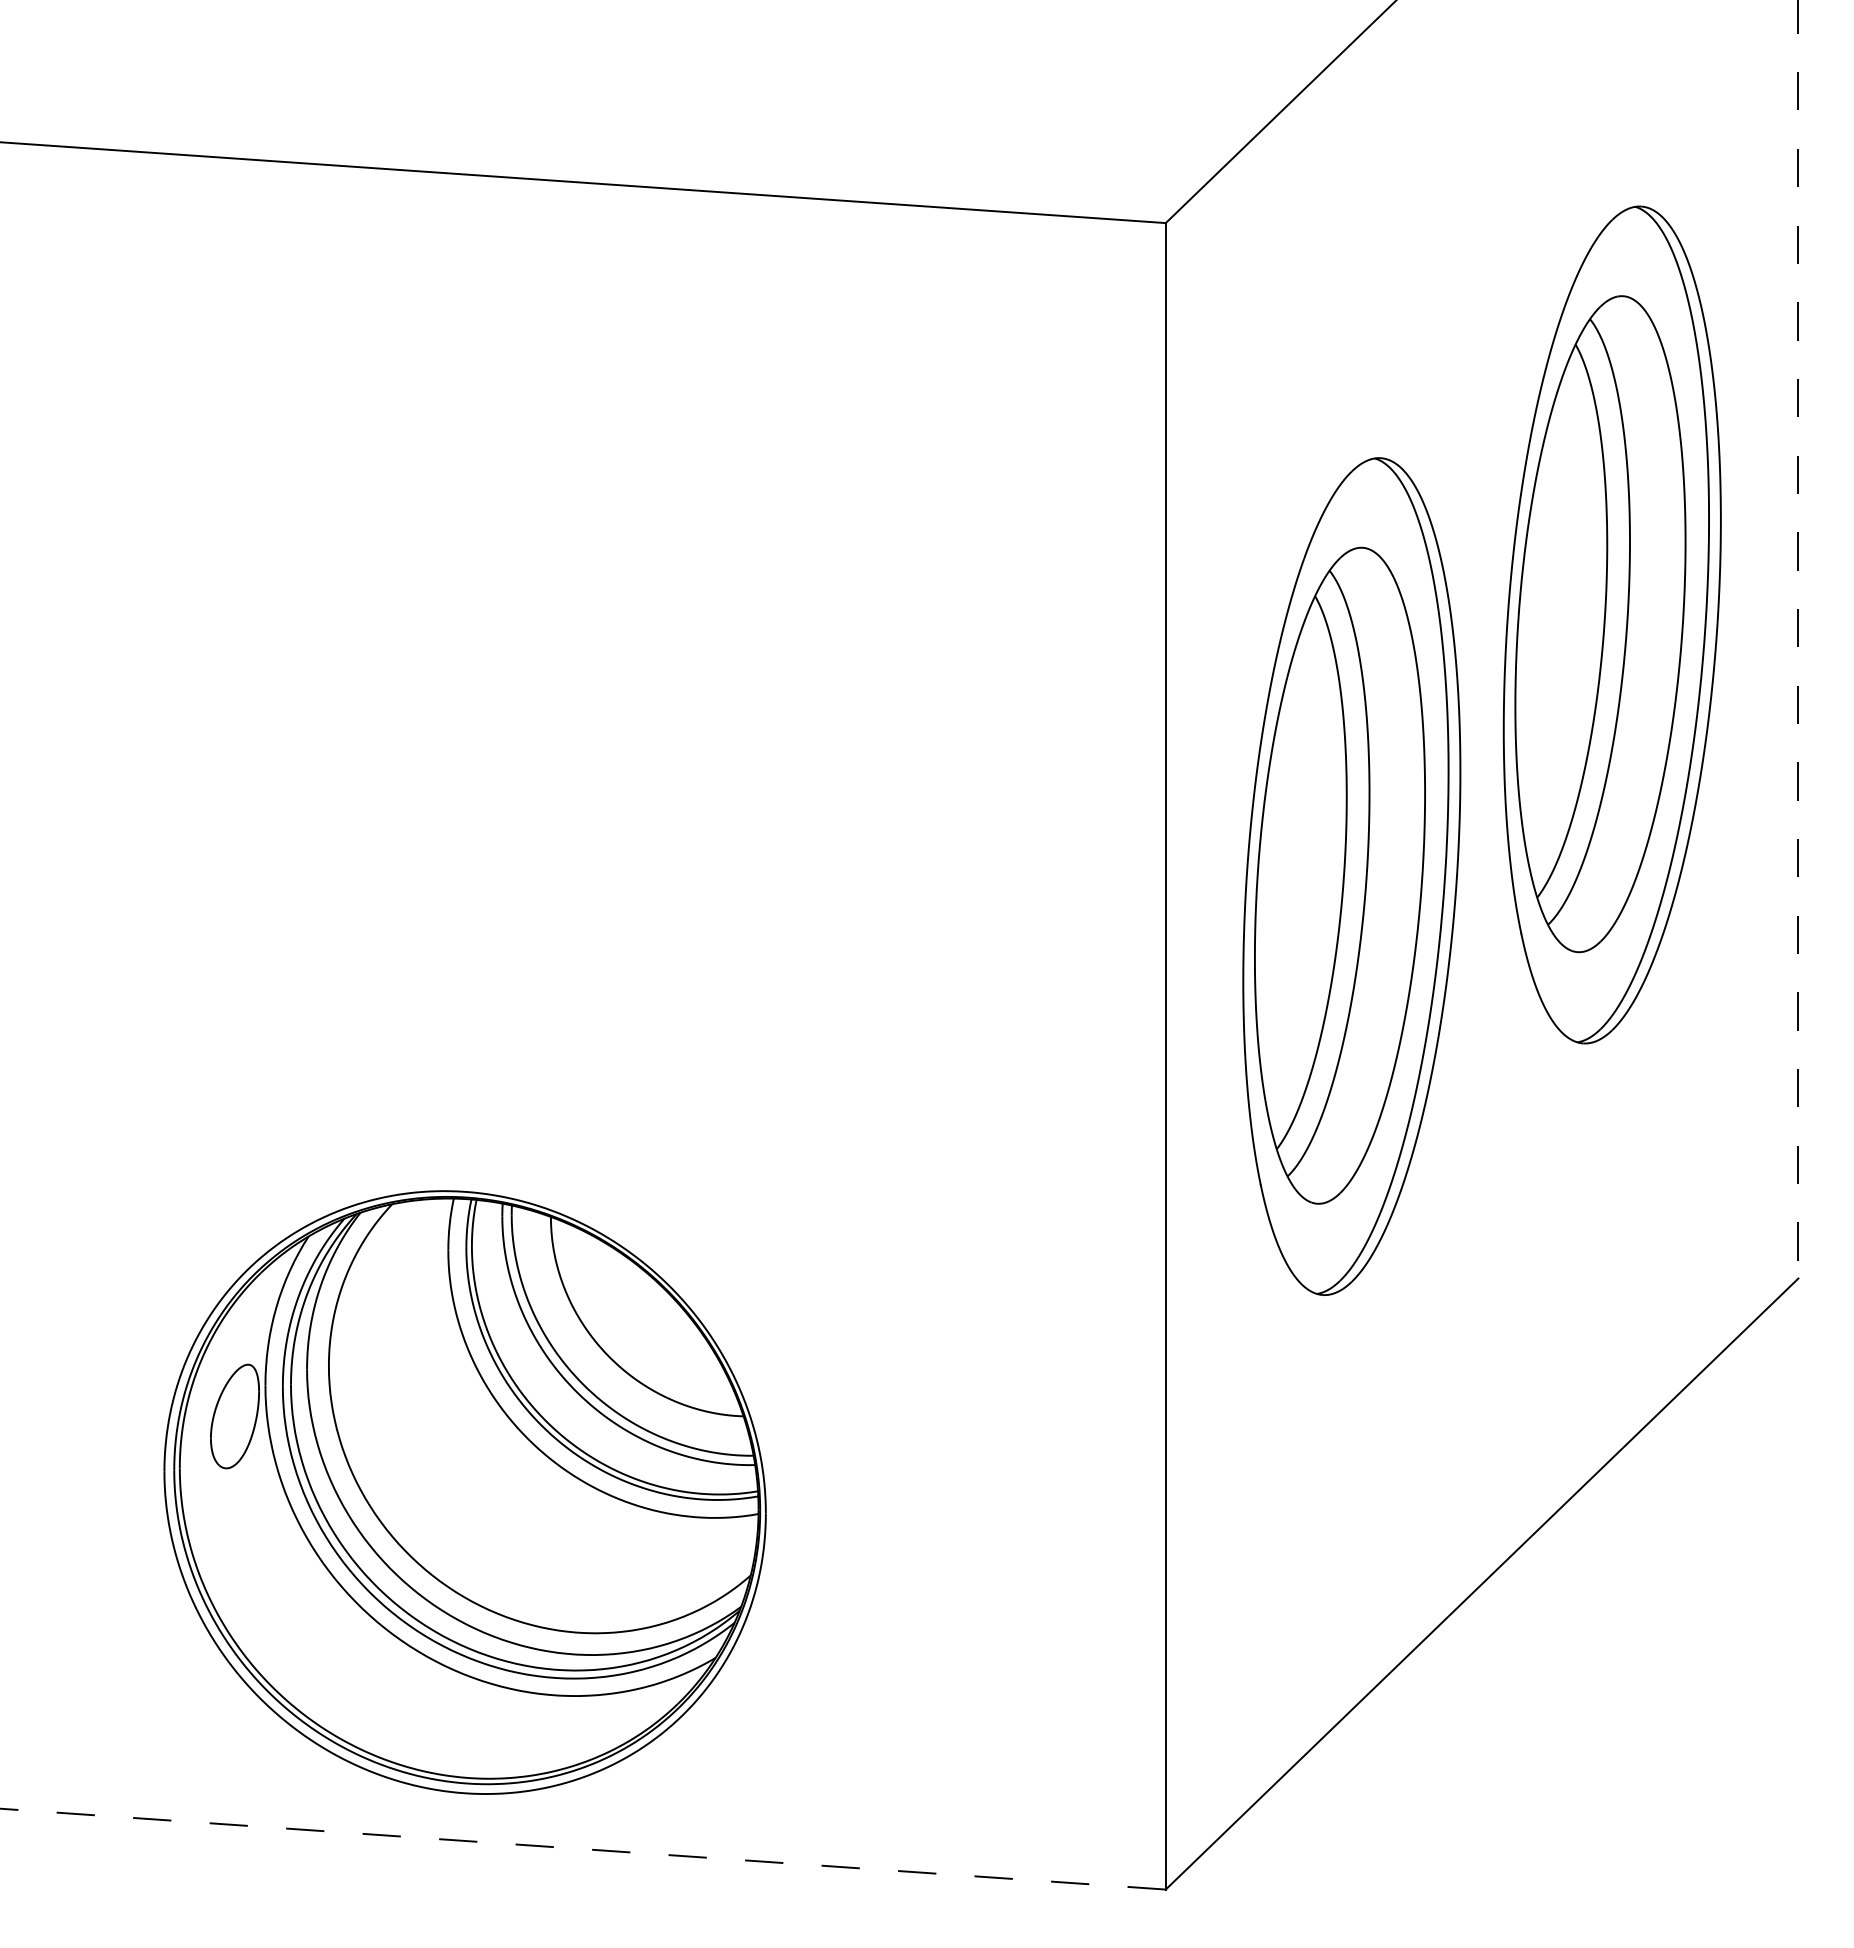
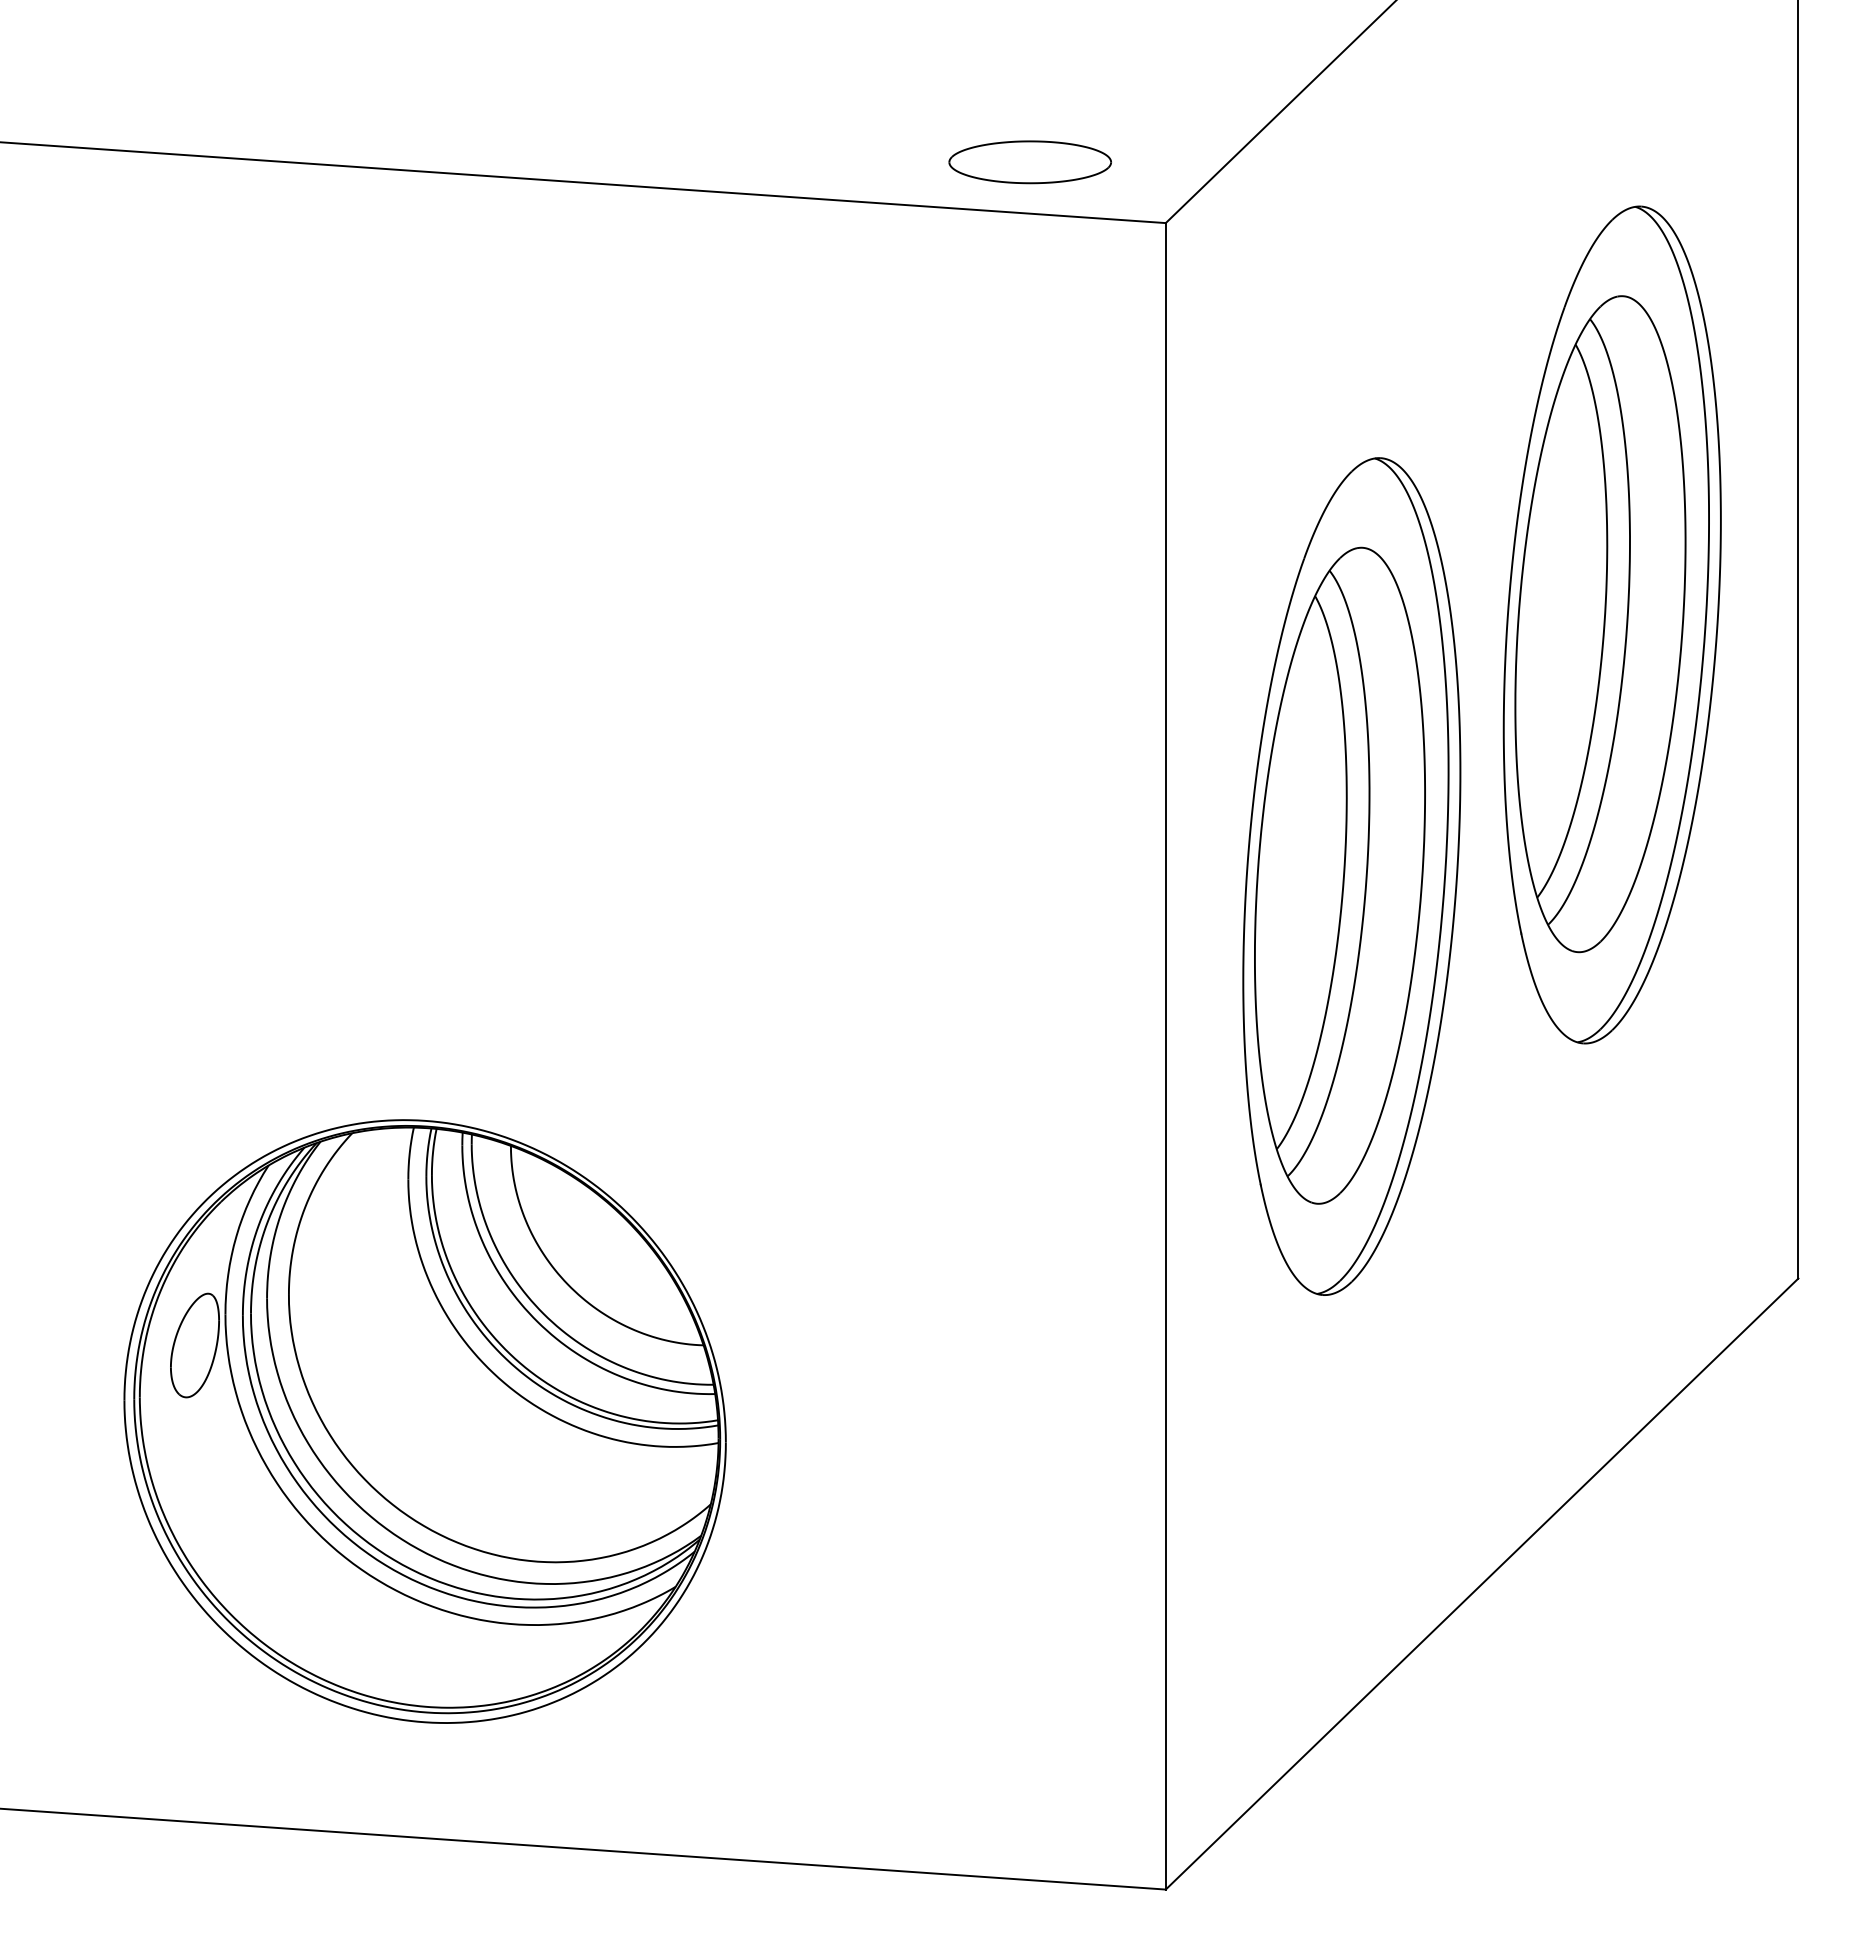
part at (1029, 162): none -> present
line at (1798, 639): dashed -> solid
part at (464, 1492) position: (464, 1492) -> (424, 1421)
line at (583, 1849): dashed -> solid
